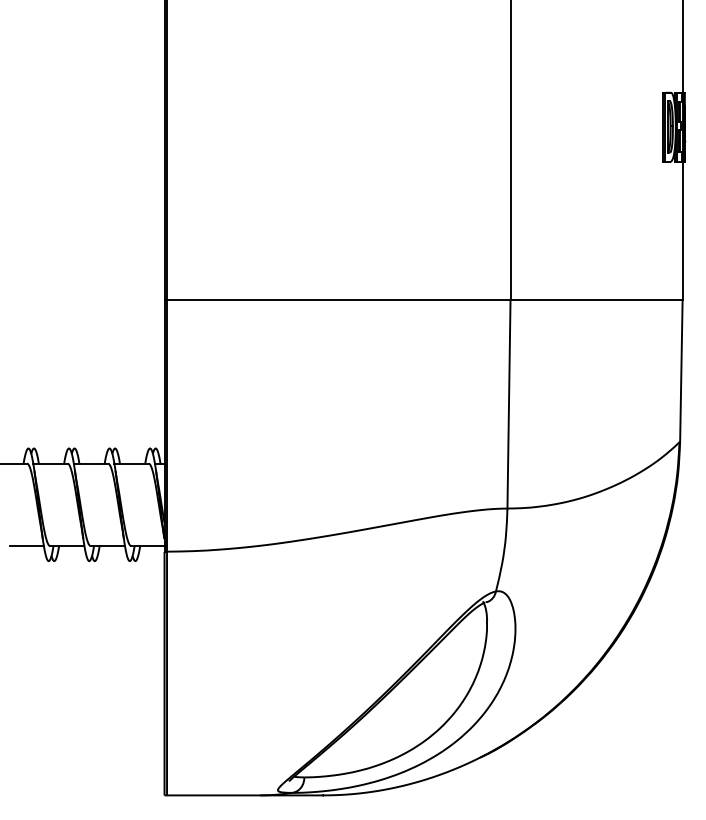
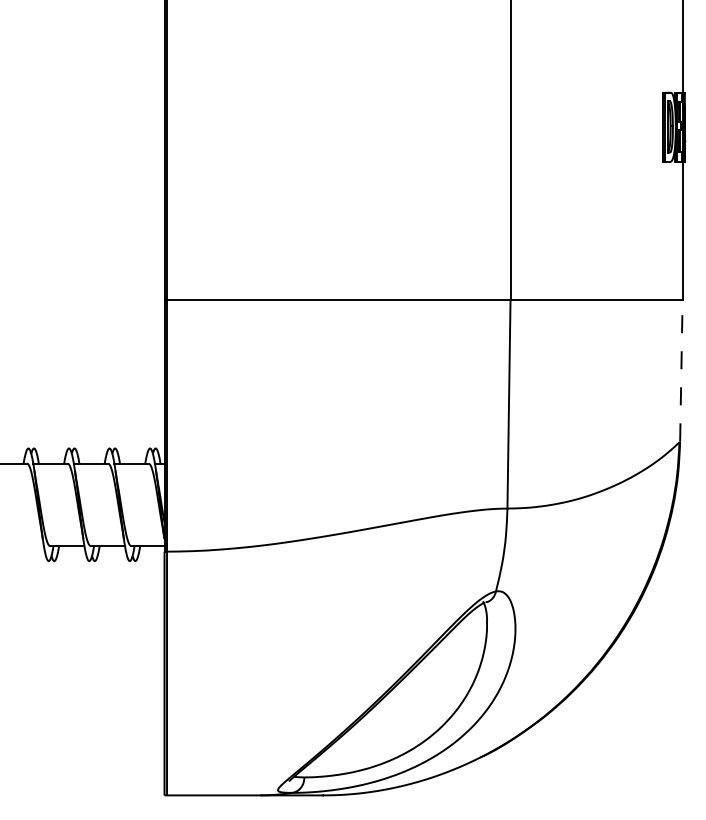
line at (681, 370): solid -> dashed
line at (26, 545): present -> none
